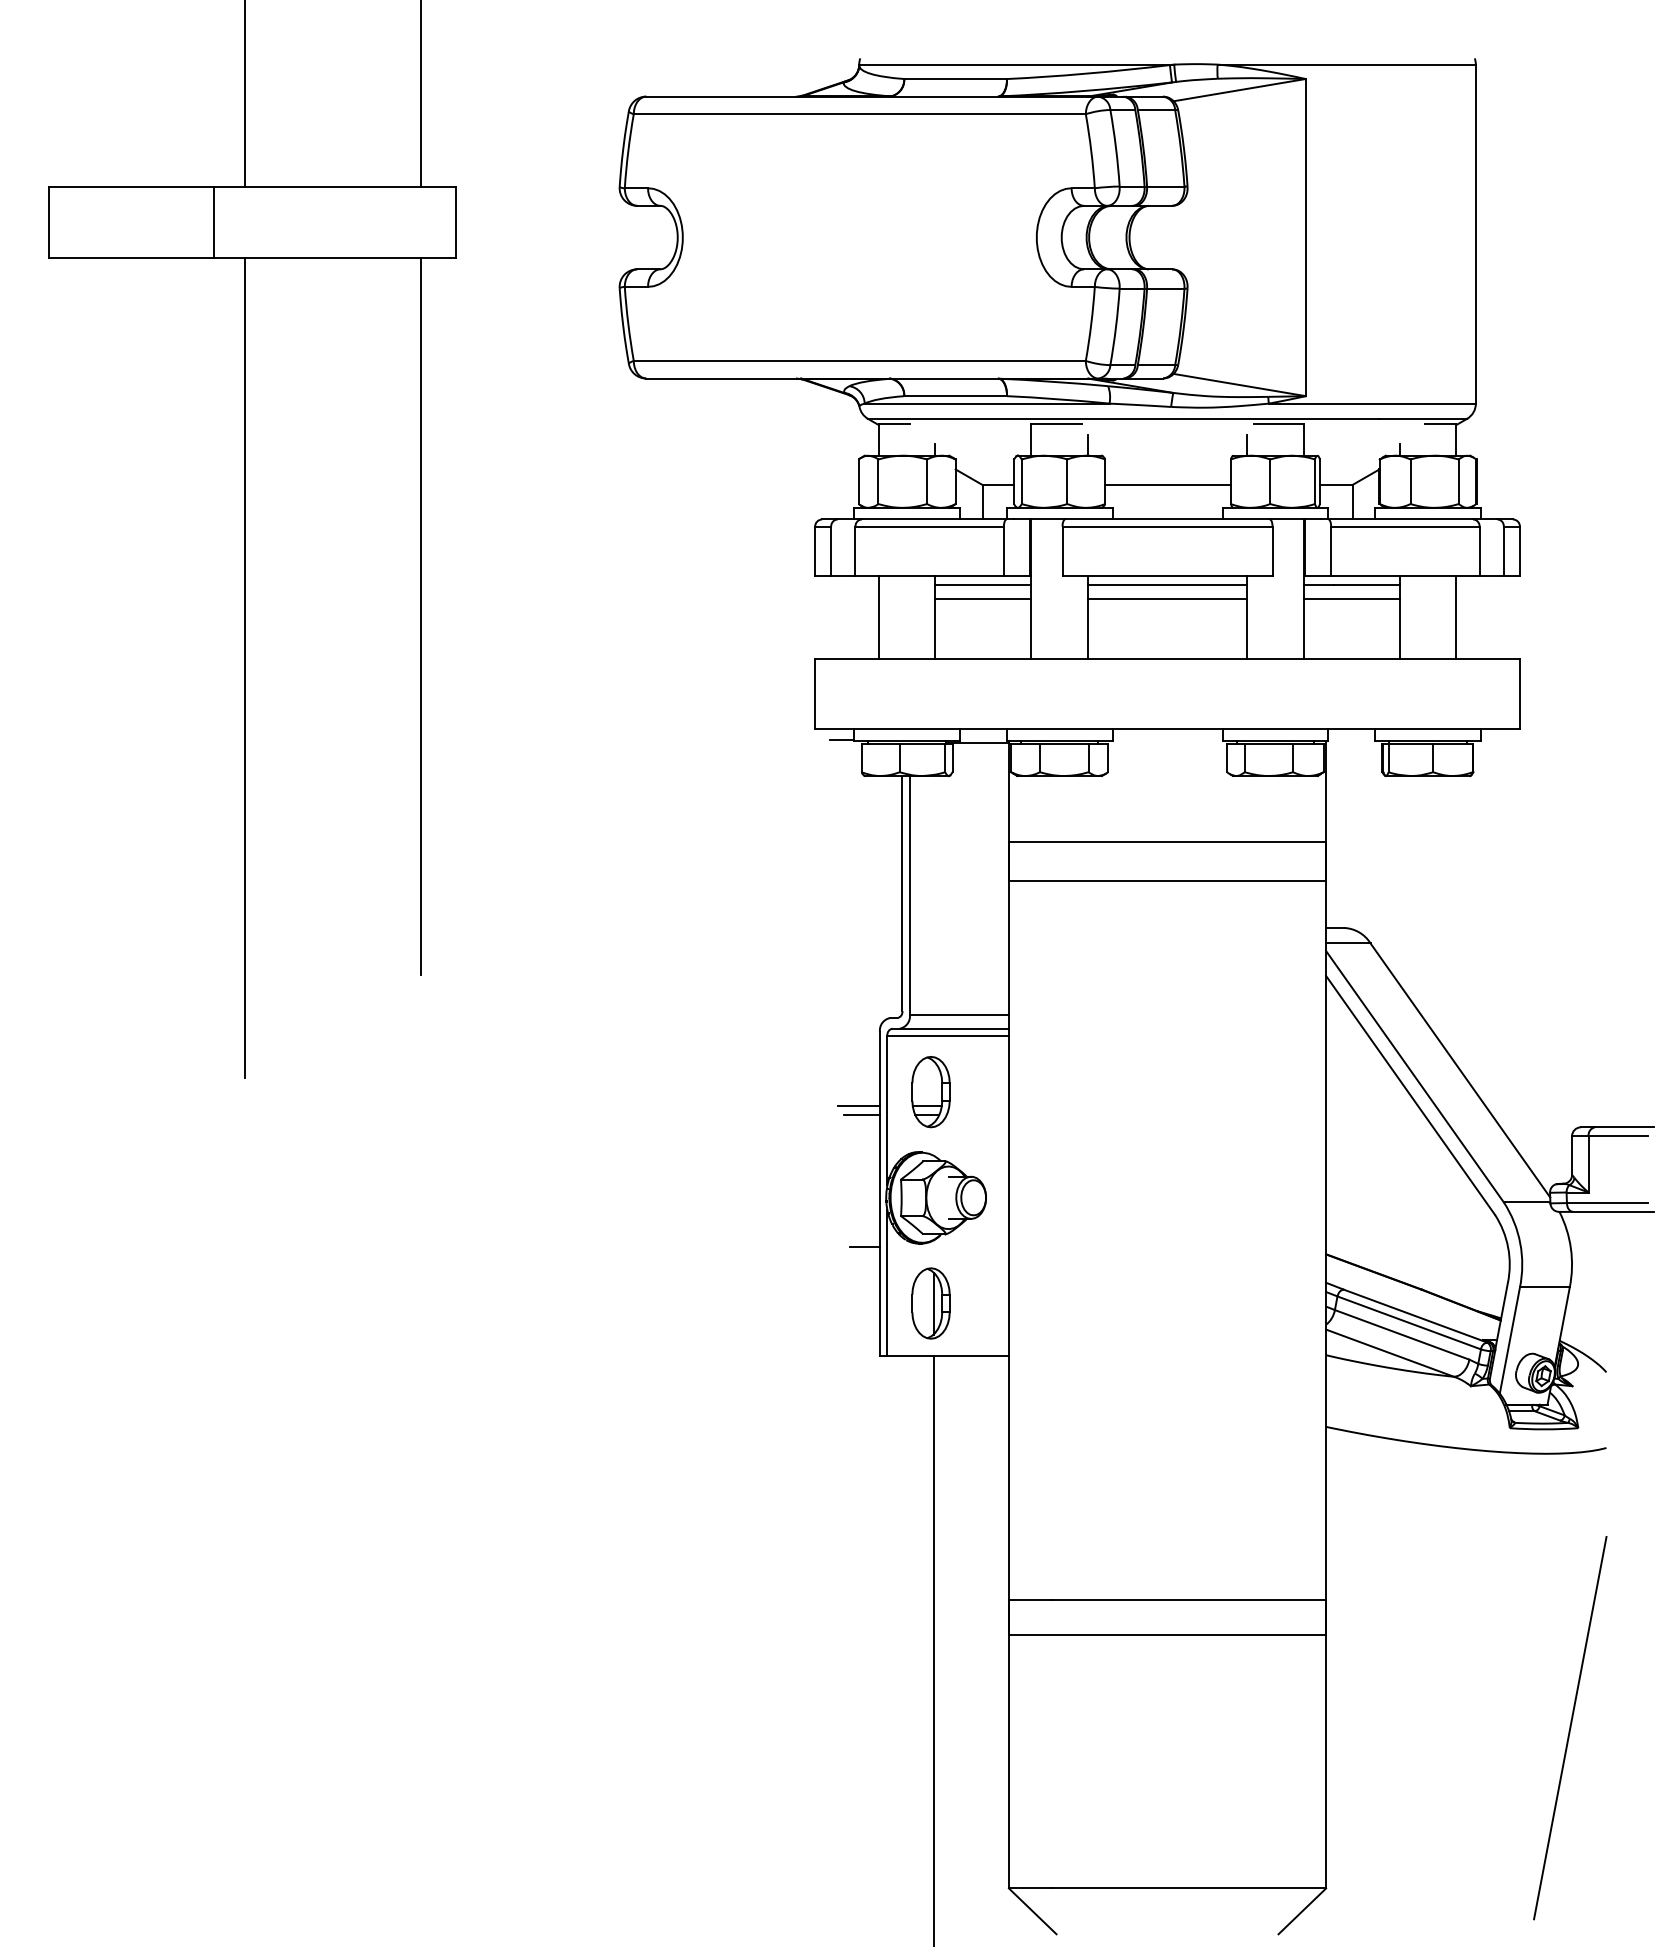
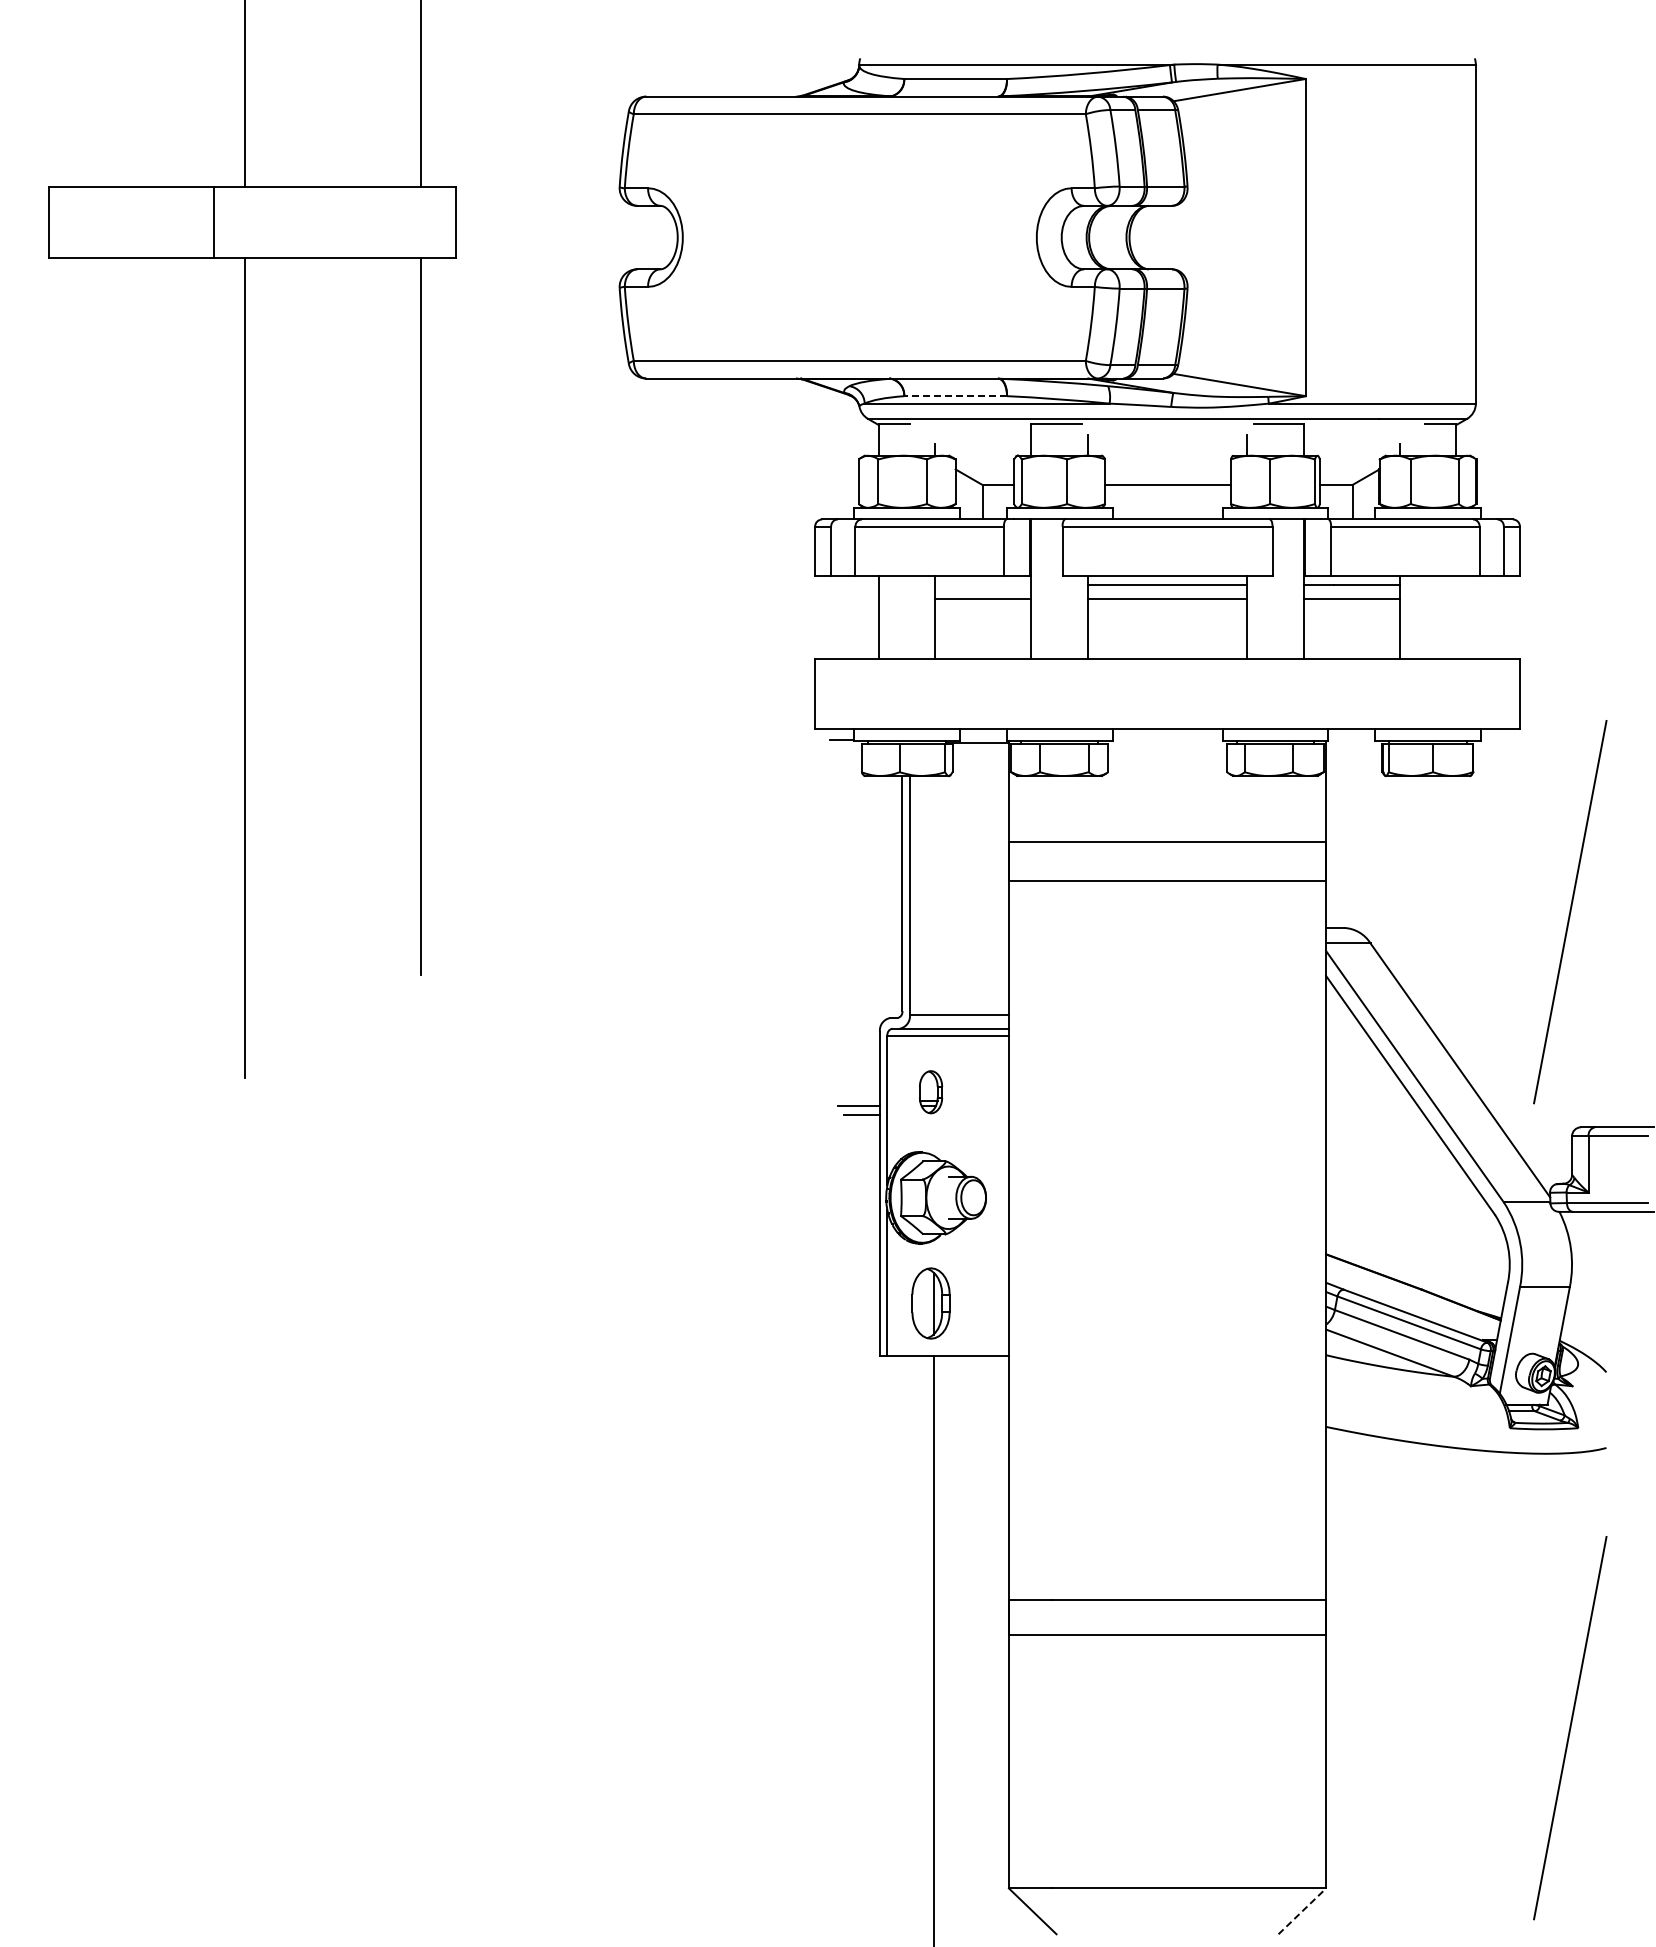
line at (955, 396): solid -> dashed
line at (983, 584): present -> none
line at (1456, 616): present -> none
line at (1570, 912): none -> present
part at (930, 1092) size: 40x73 px -> 25x45 px
line at (864, 1247): present -> none
line at (1302, 1911): solid -> dashed
